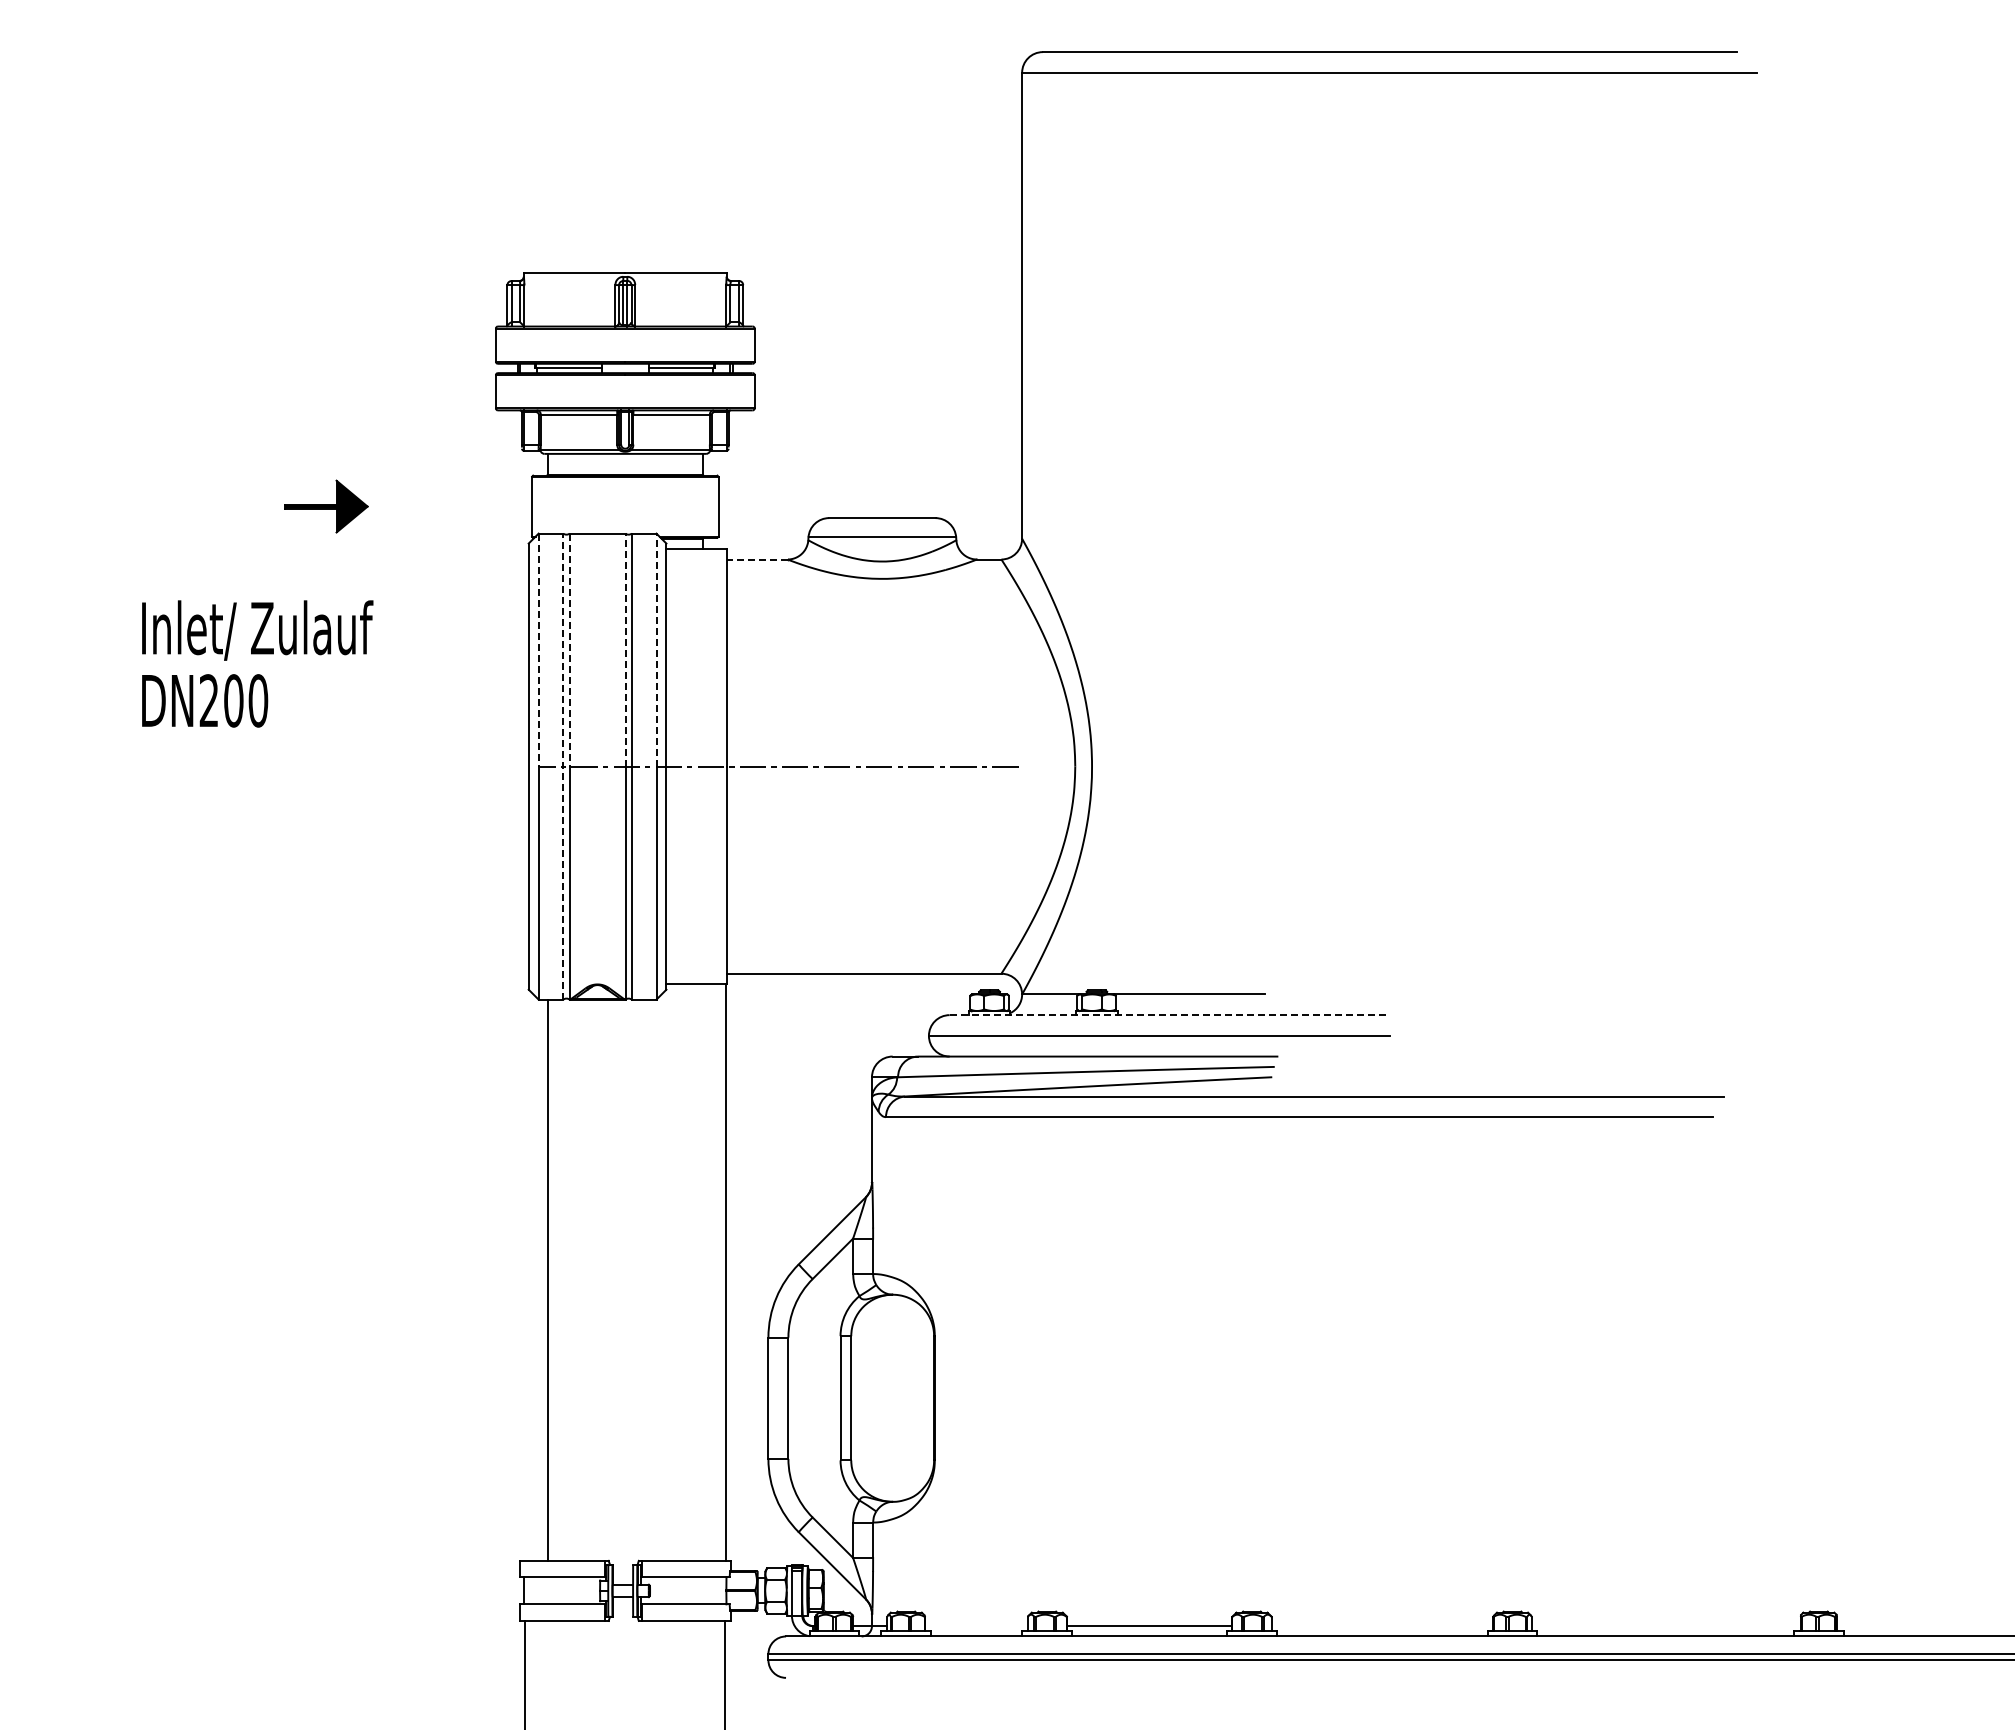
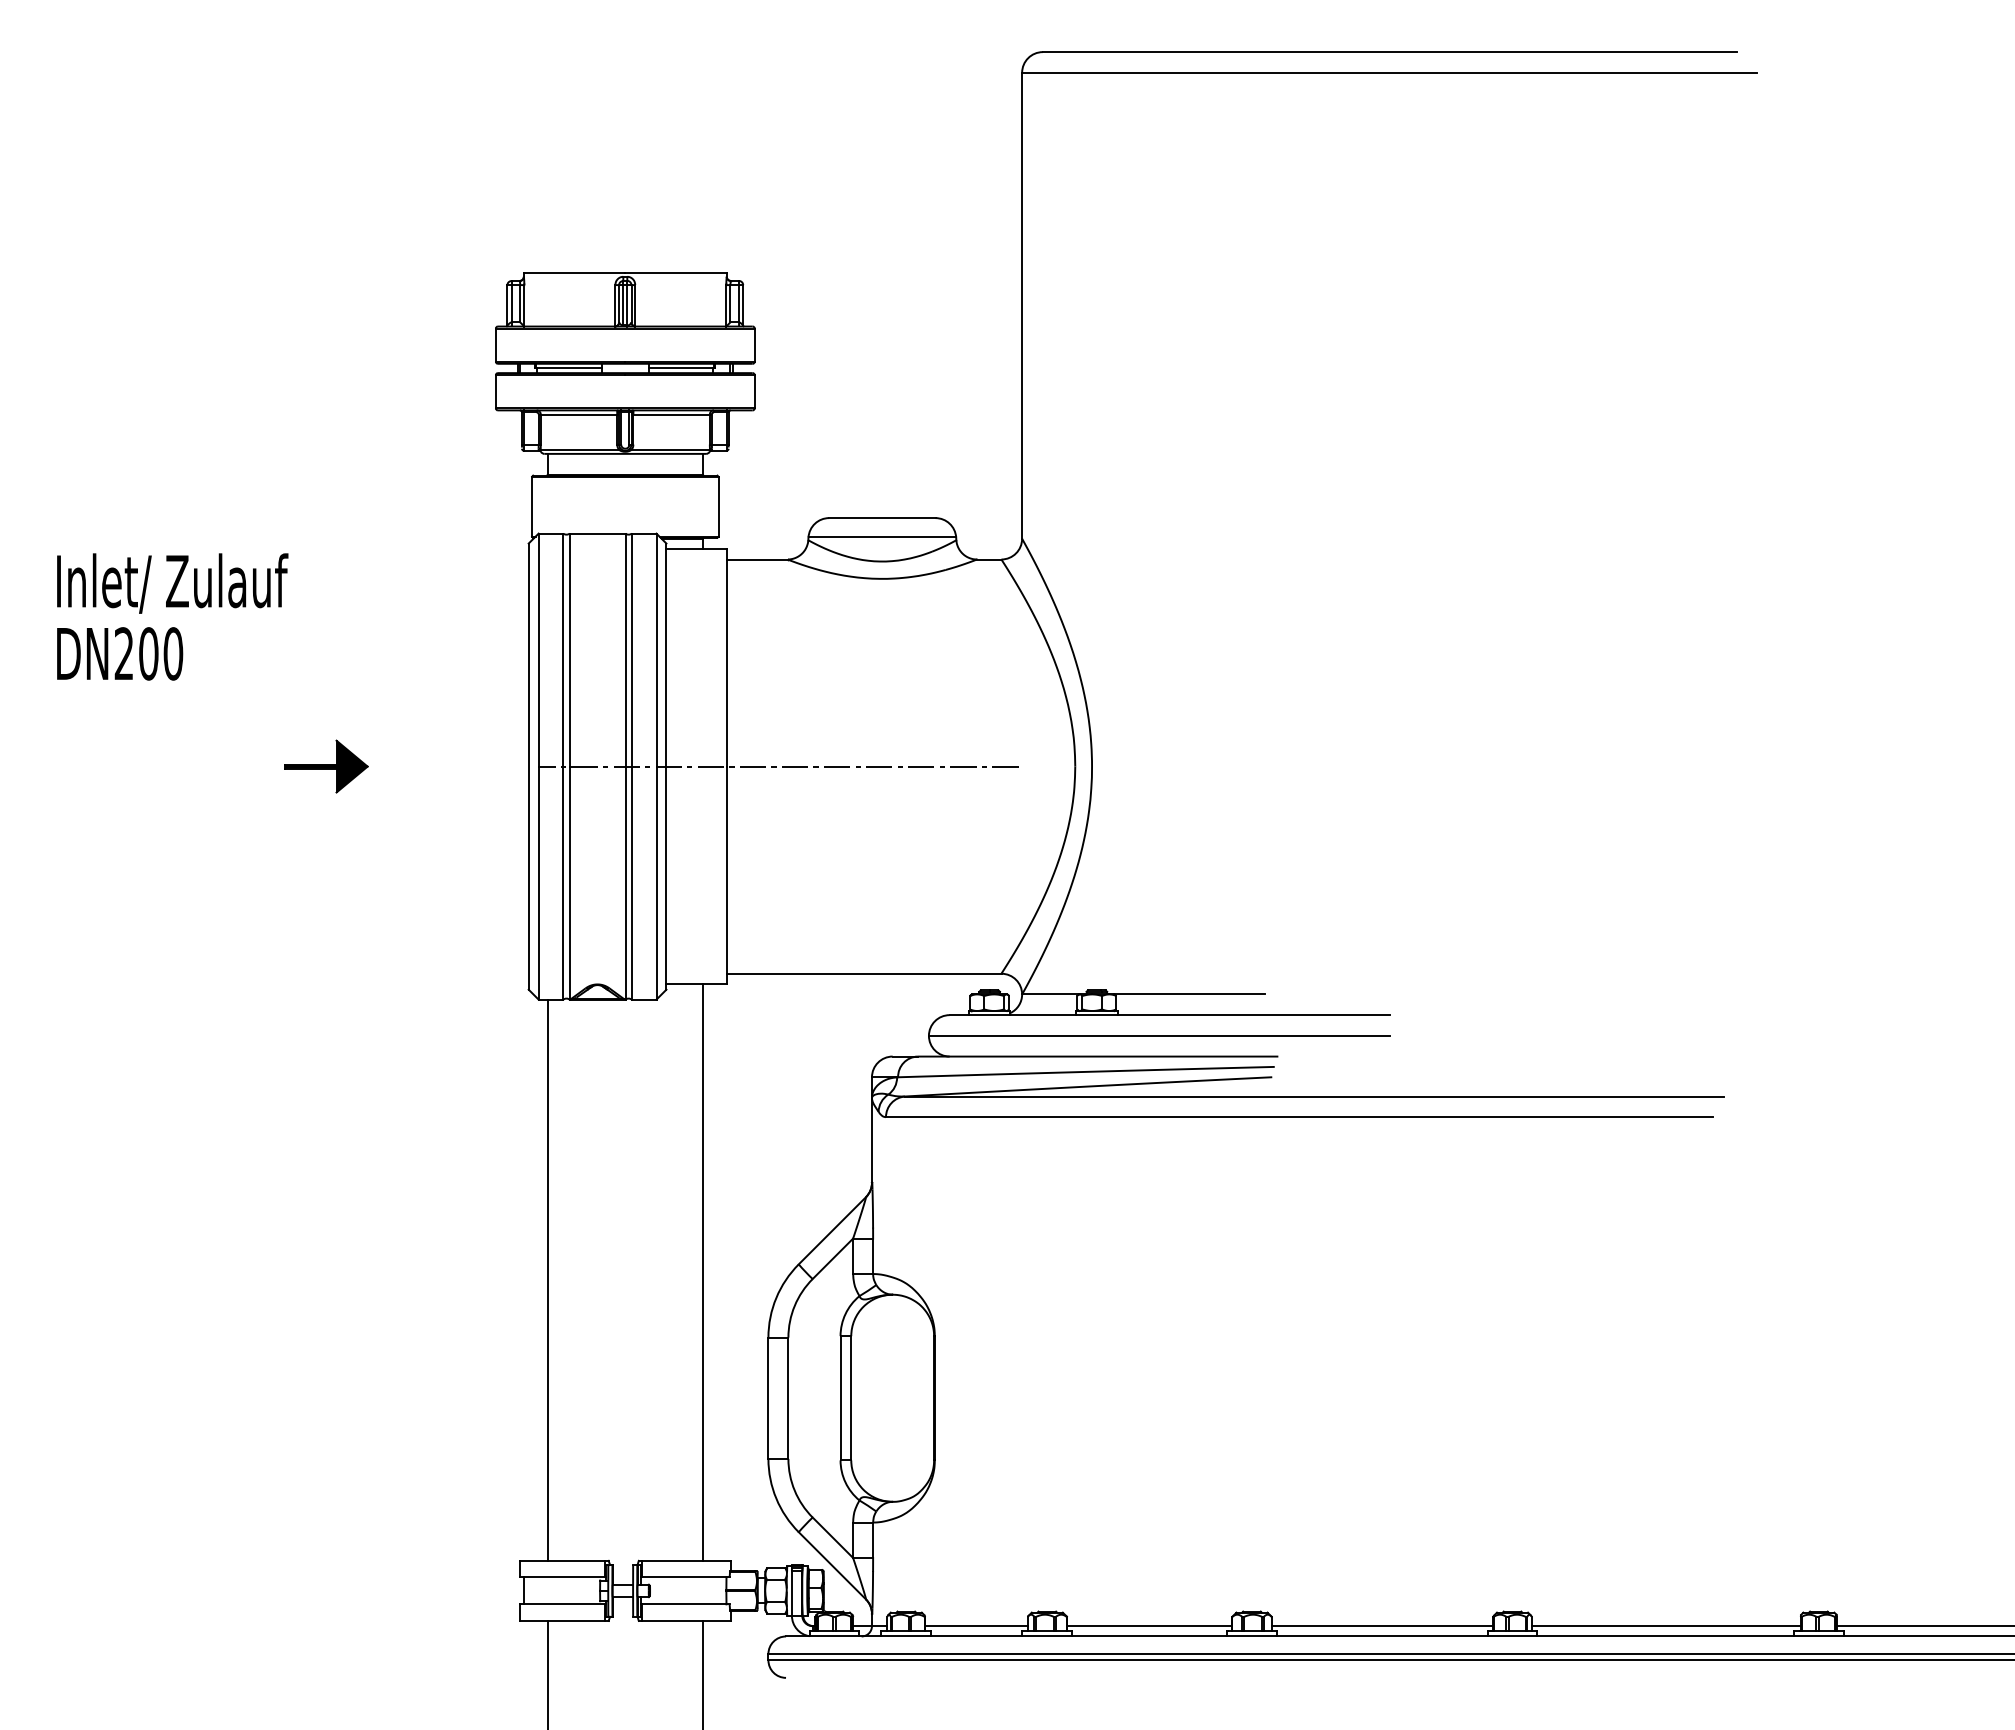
part at (326, 506) position: (326, 506) -> (326, 766)
line at (756, 559): dashed -> solid
line at (625, 649): dashed -> solid
line at (656, 649): dashed -> solid
line at (538, 650): dashed -> solid
line at (569, 650): dashed -> solid
text at (257, 663) position: (257, 663) -> (172, 616)
line at (563, 766): dashed -> solid
line at (1170, 1015): dashed -> solid
line at (725, 1272) position: (725, 1272) -> (702, 1272)
line at (976, 1626): none -> present
line at (1382, 1626): none -> present
line at (1665, 1626): none -> present
line at (1924, 1626): none -> present
line at (524, 1673) position: (524, 1673) -> (547, 1673)
line at (724, 1673) position: (724, 1673) -> (702, 1673)
